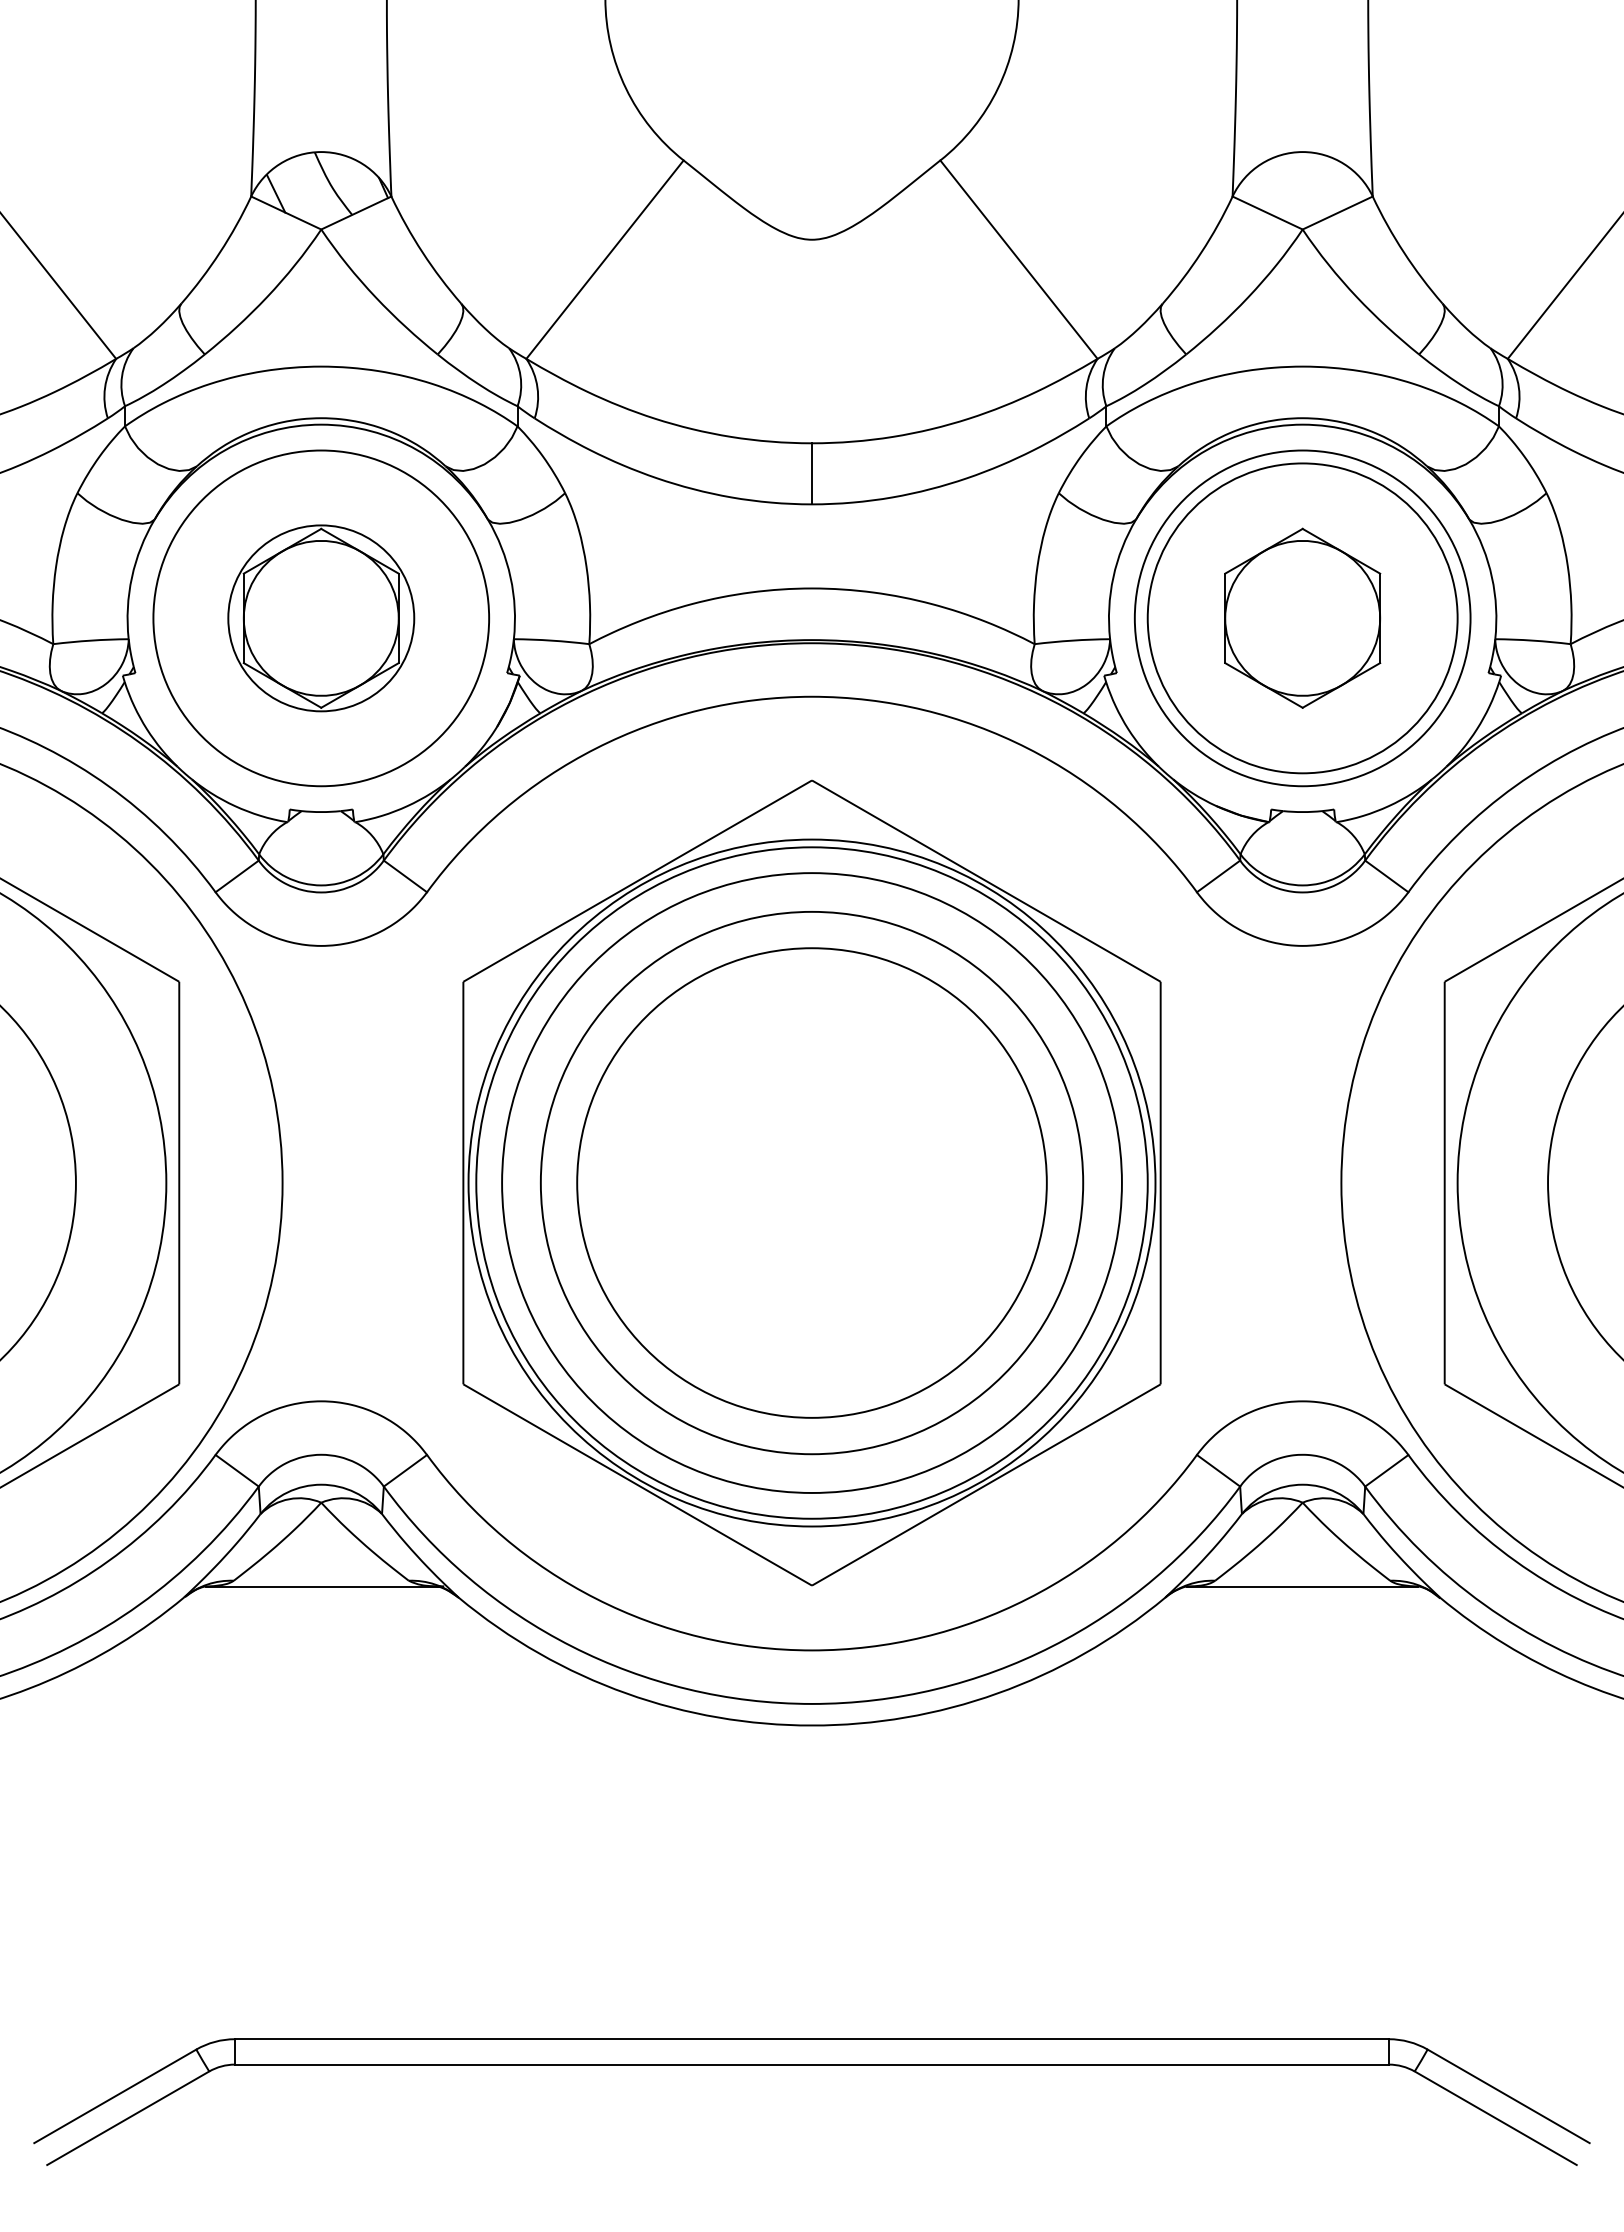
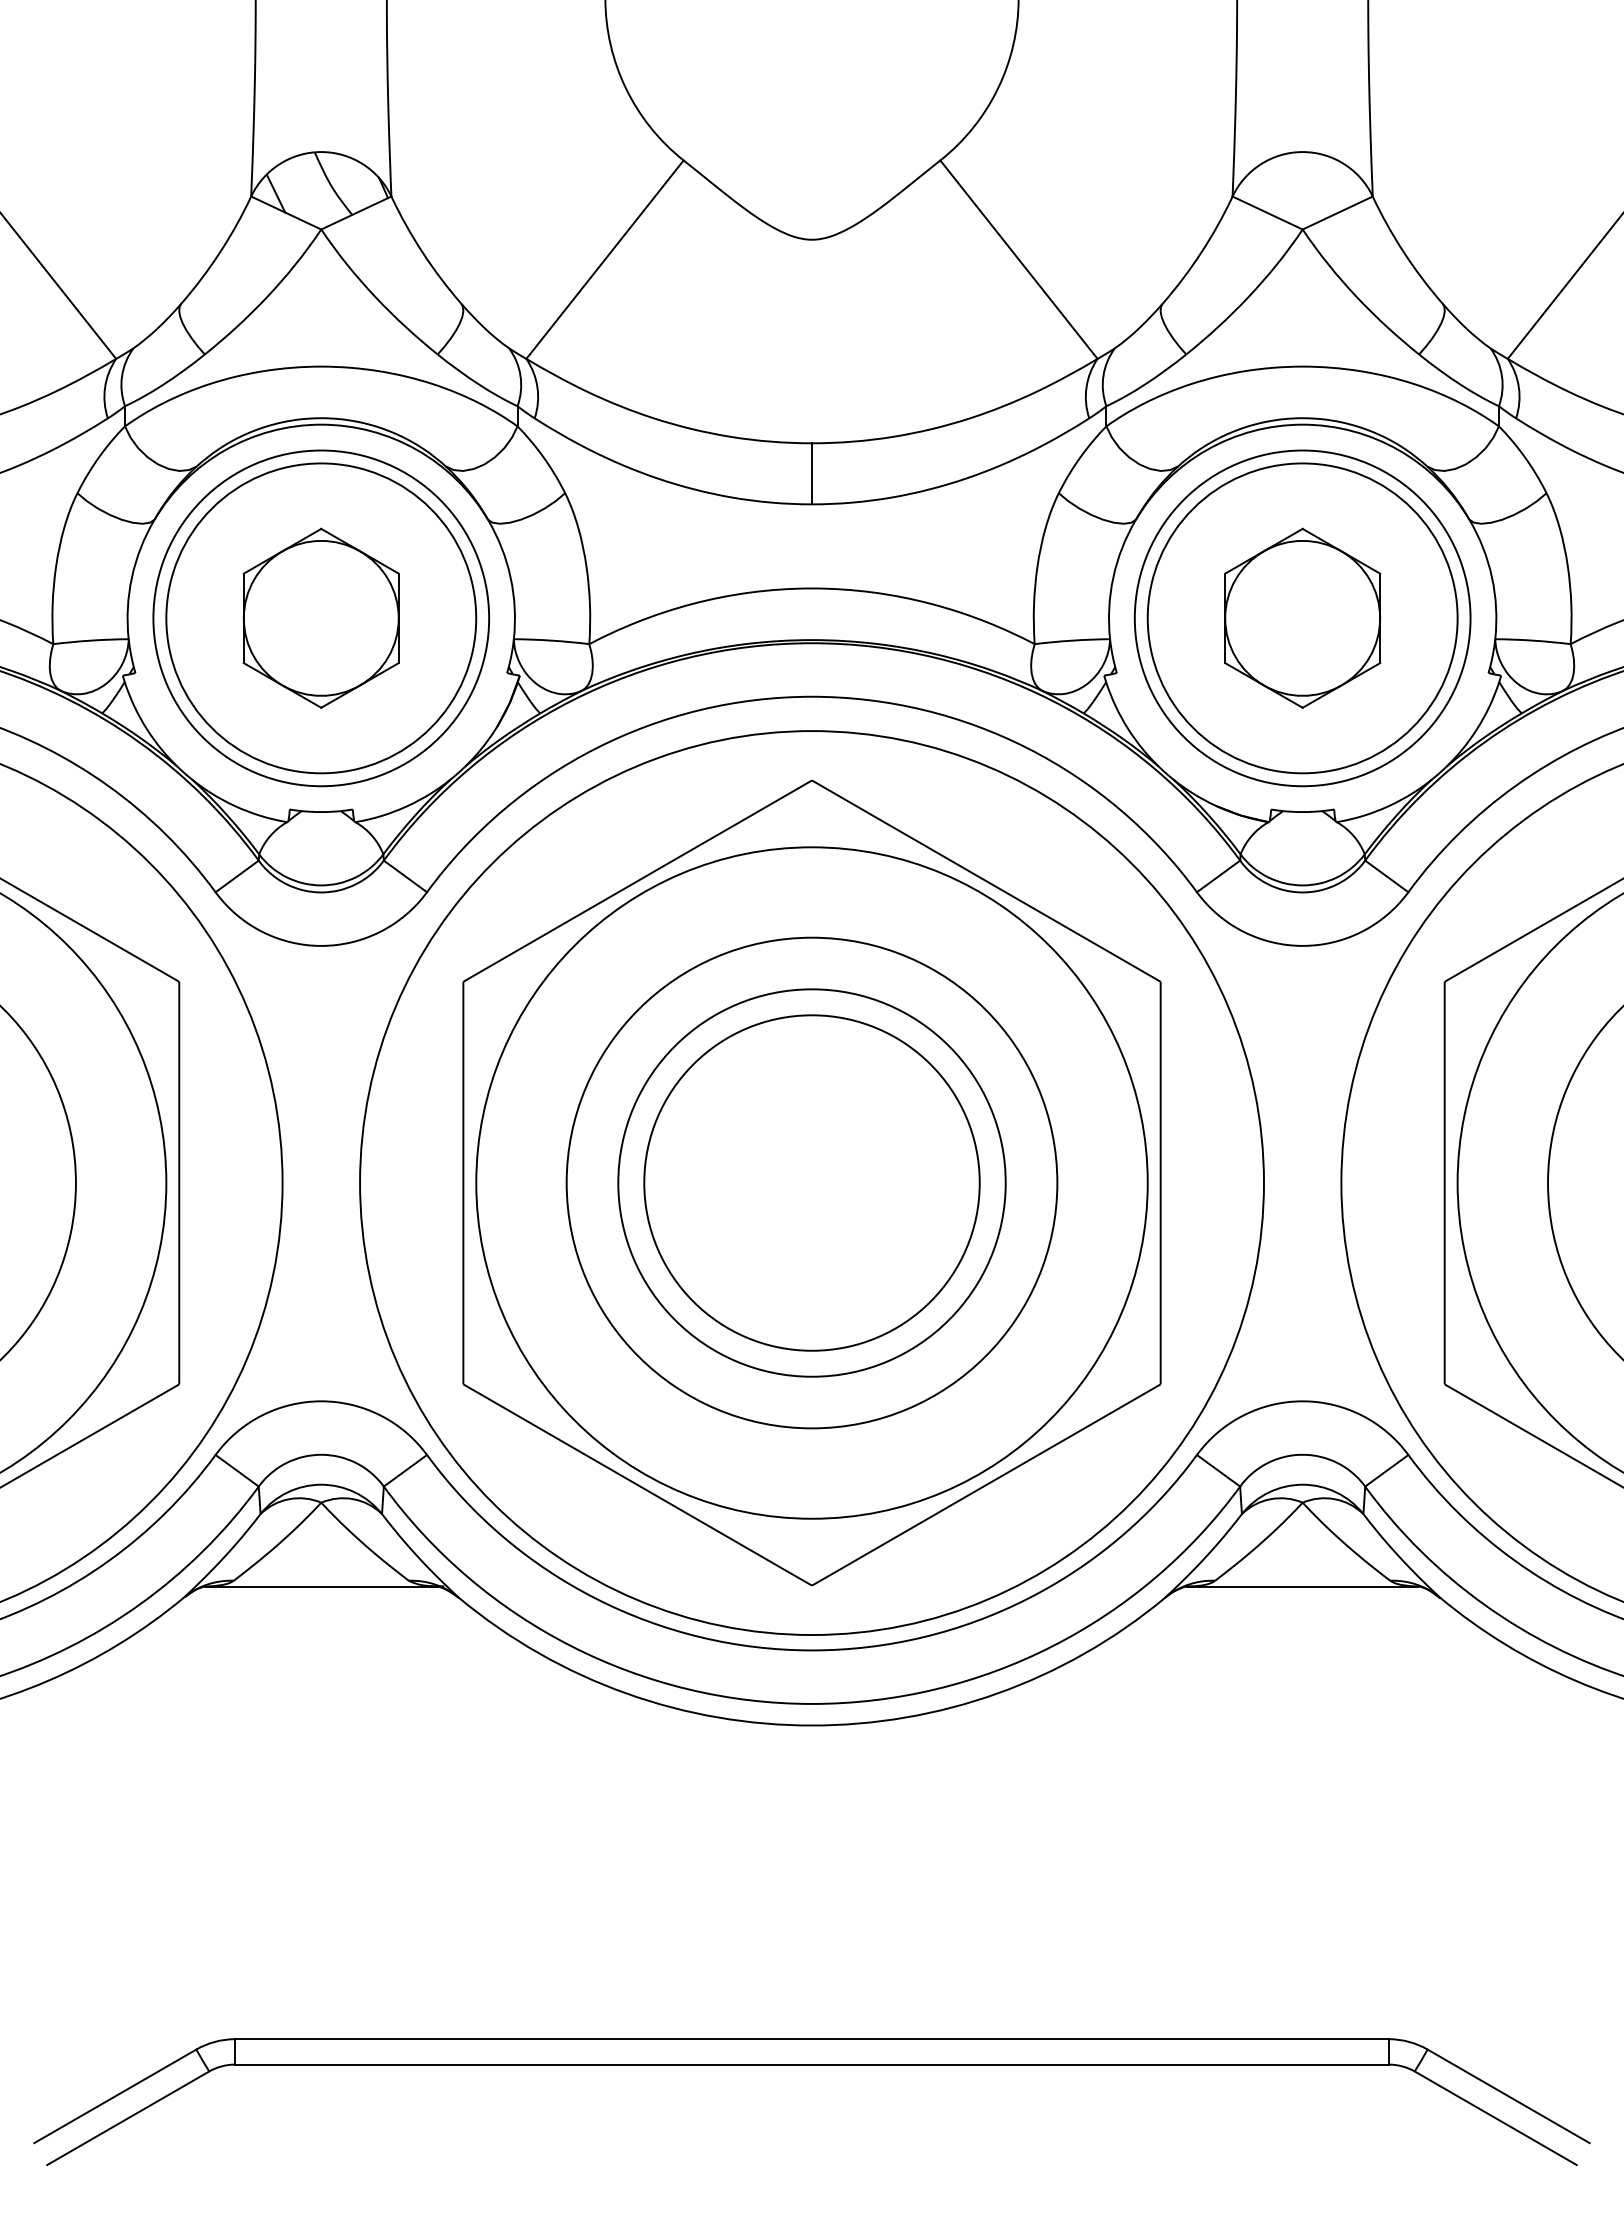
circle at (321, 618) diameter: 186 px -> 310 px
circle at (811, 1182) diameter: 470 px -> 335 px
circle at (811, 1182) diameter: 542 px -> 904 px
circle at (811, 1182) diameter: 620 px -> 387 px
circle at (811, 1182) diameter: 687 px -> 491 px
